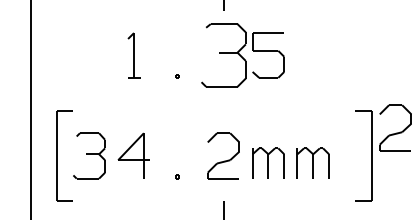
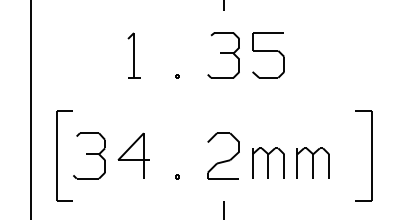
part at (223, 55) size: 46x65 px -> 33x47 px
part at (395, 127): present -> none
